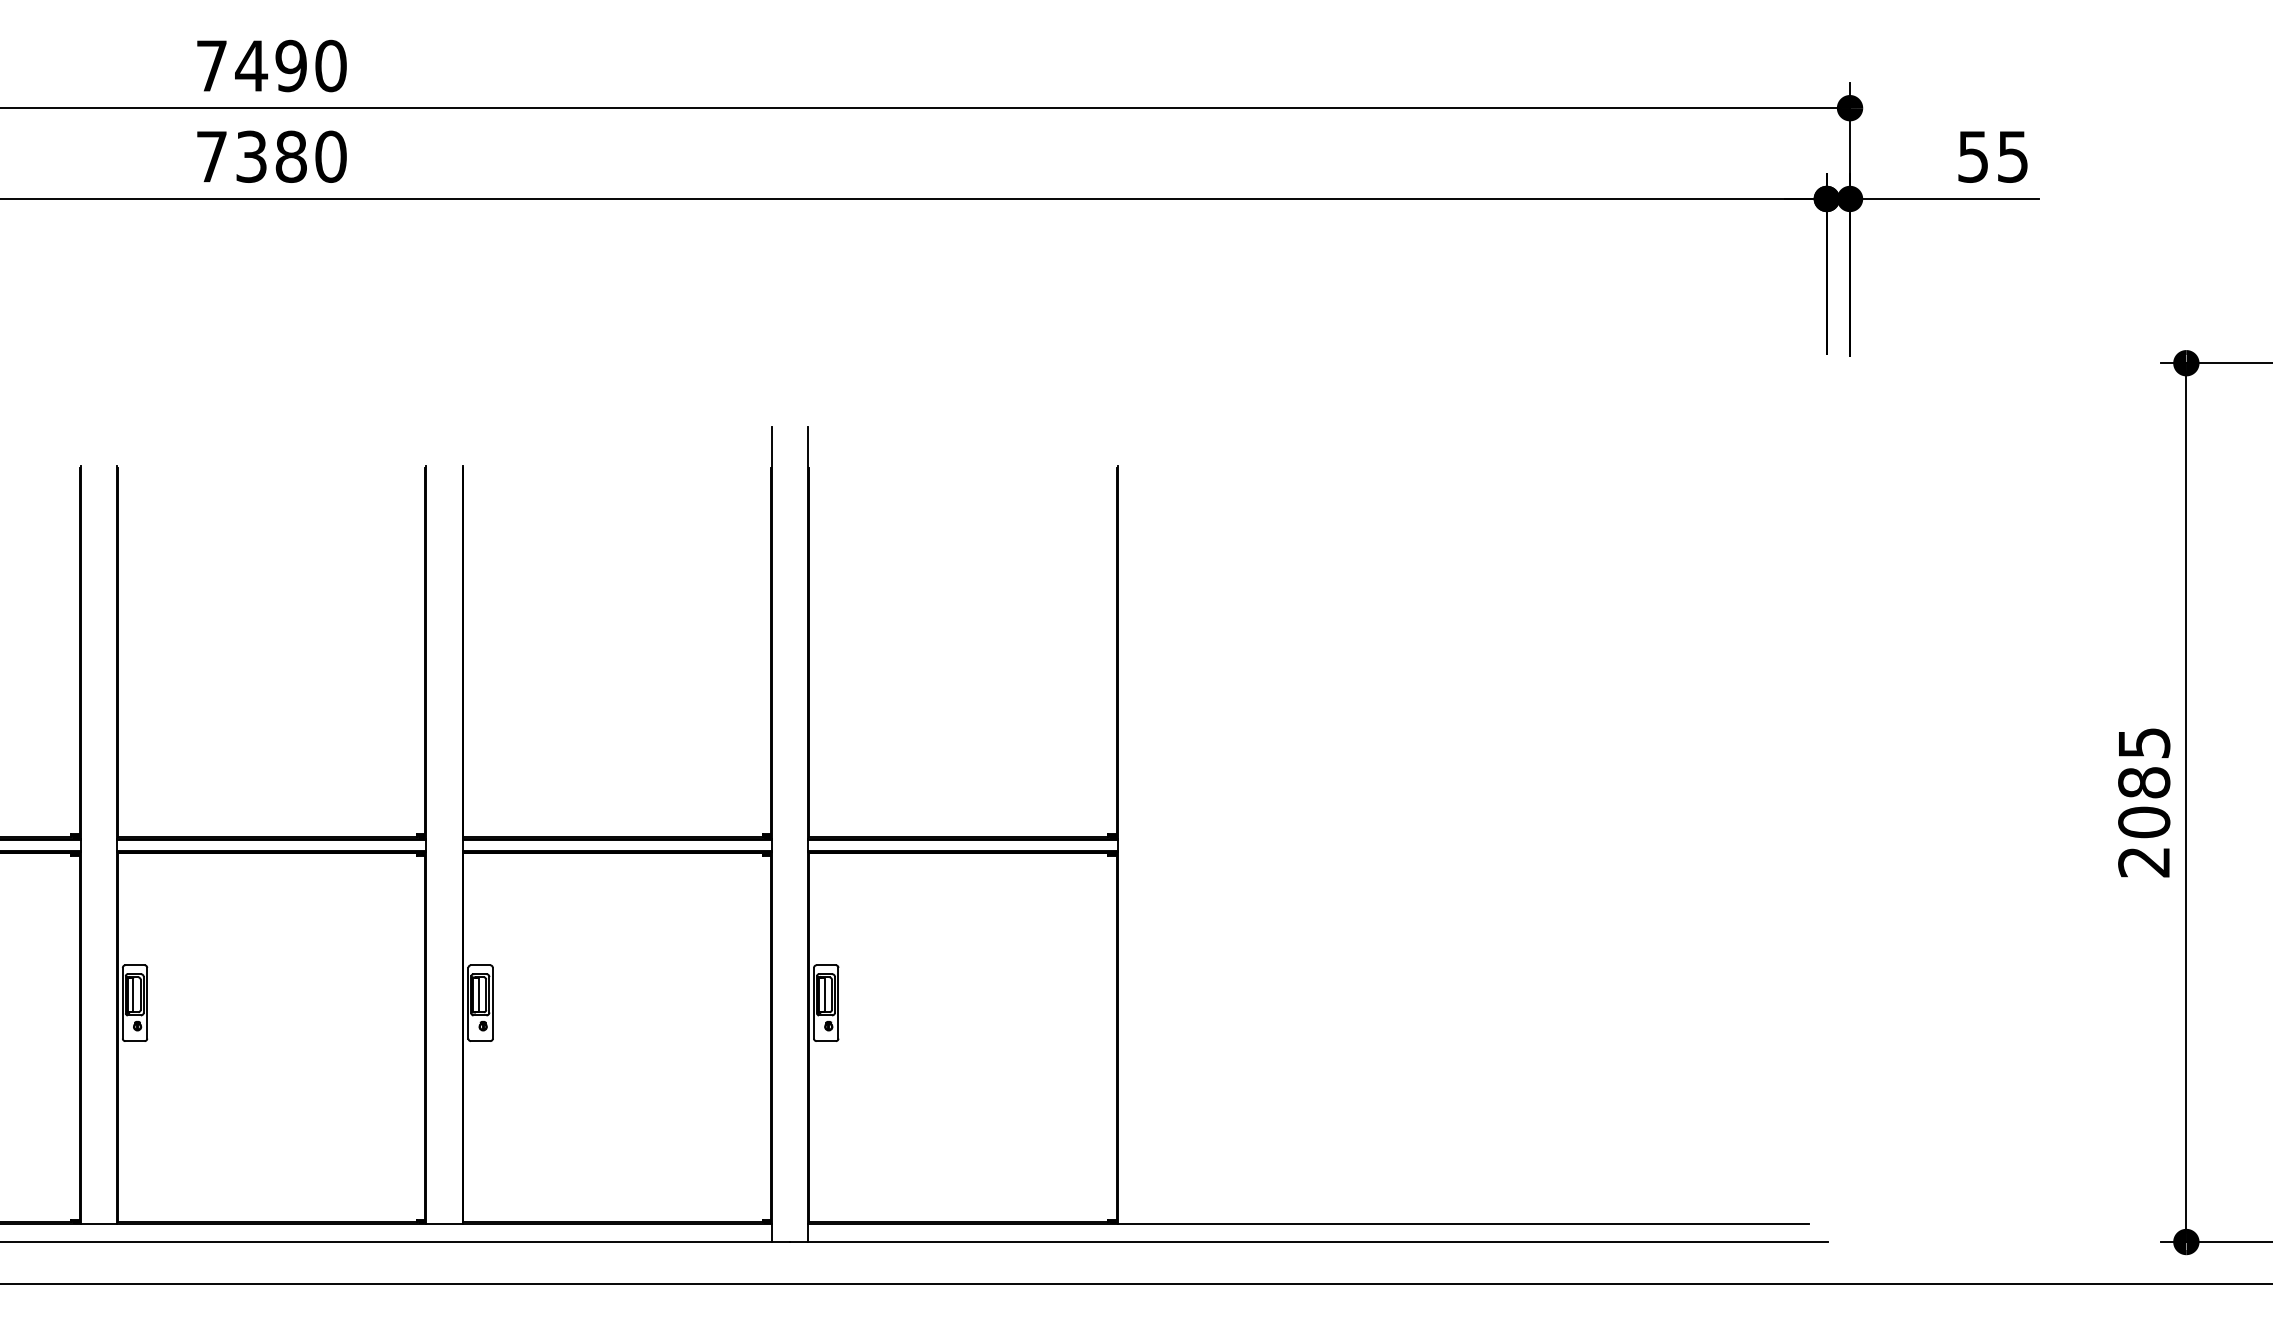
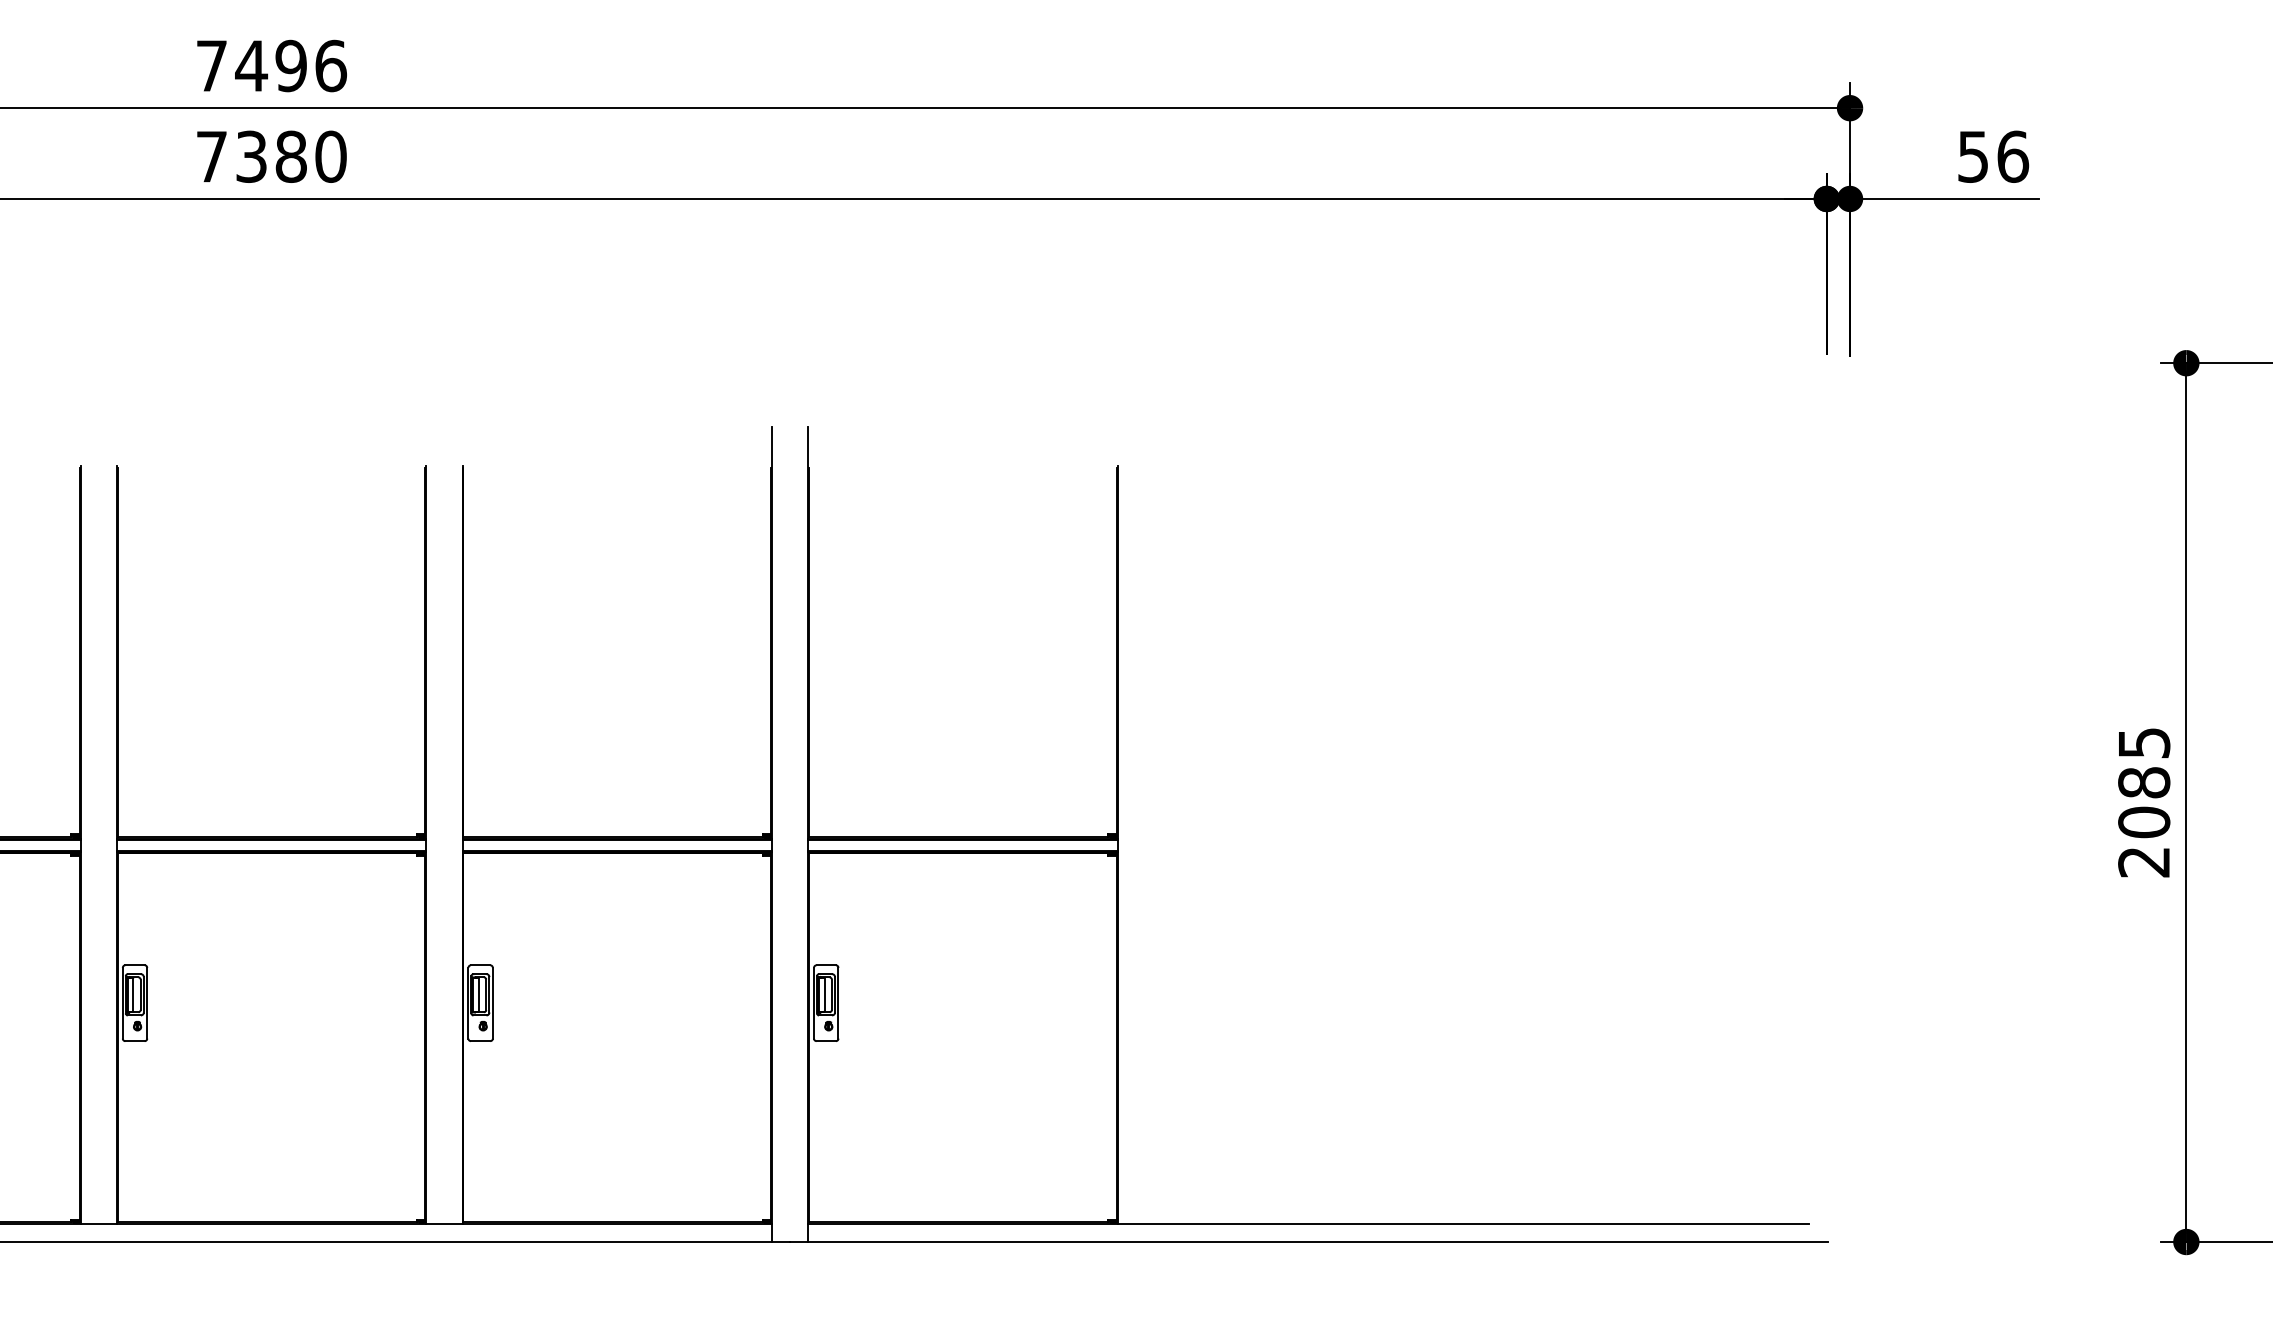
text at (330, 65): 7490 -> 7496
text at (2013, 156): 55 -> 56
line at (1135, 1284): present -> none
